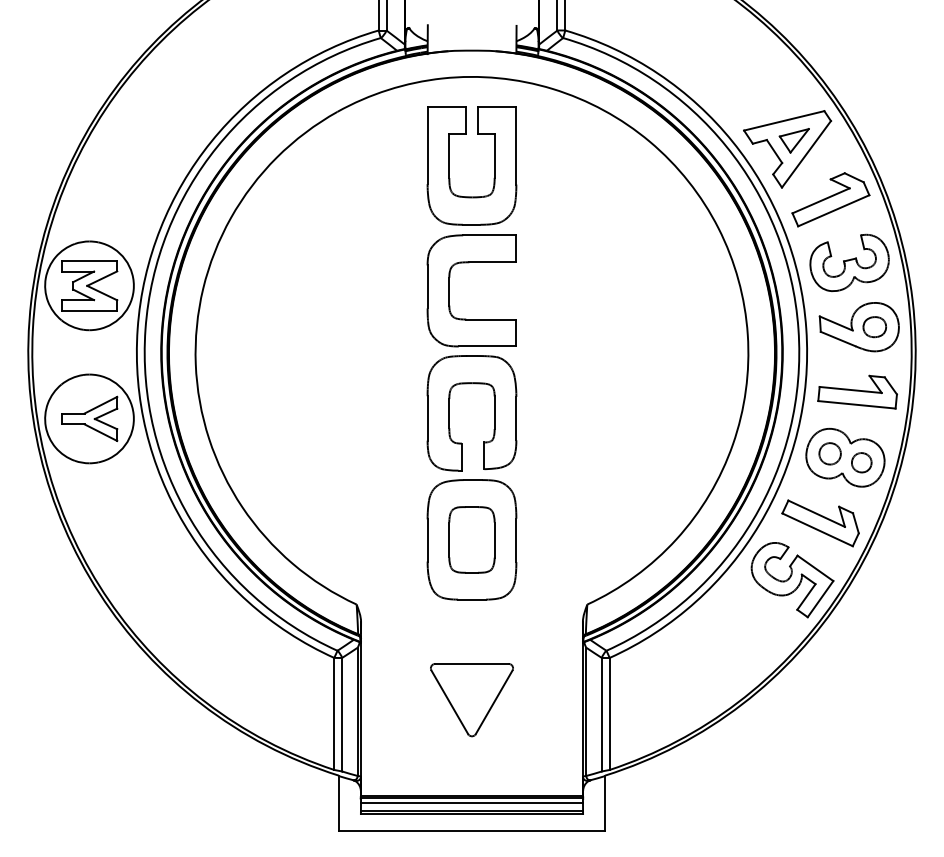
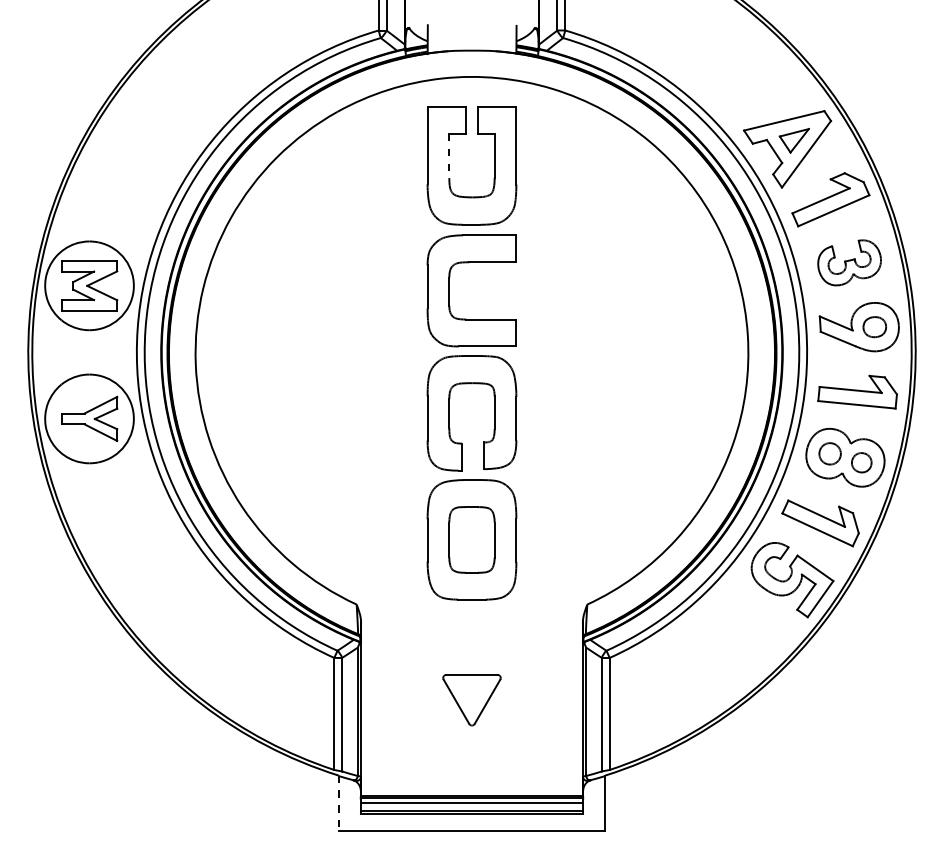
line at (449, 156): solid -> dashed
part at (849, 262) size: 81x59 px -> 65x48 px
part at (471, 700) size: 84x75 px -> 60x53 px
line at (338, 803): solid -> dashed
